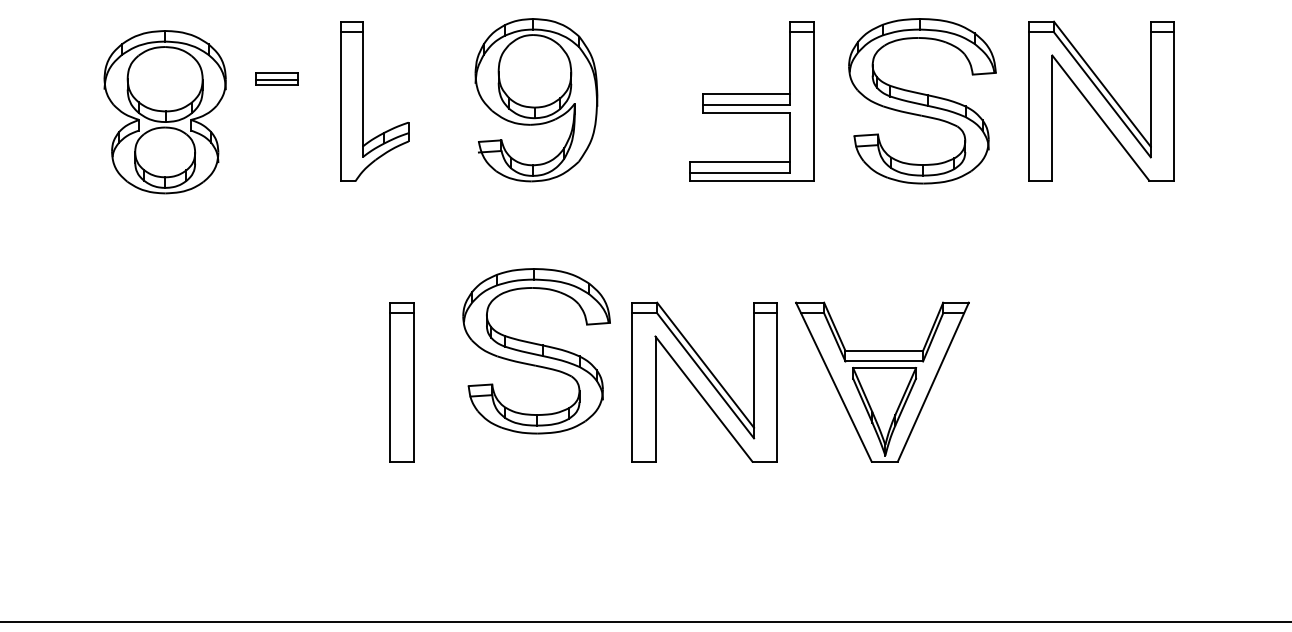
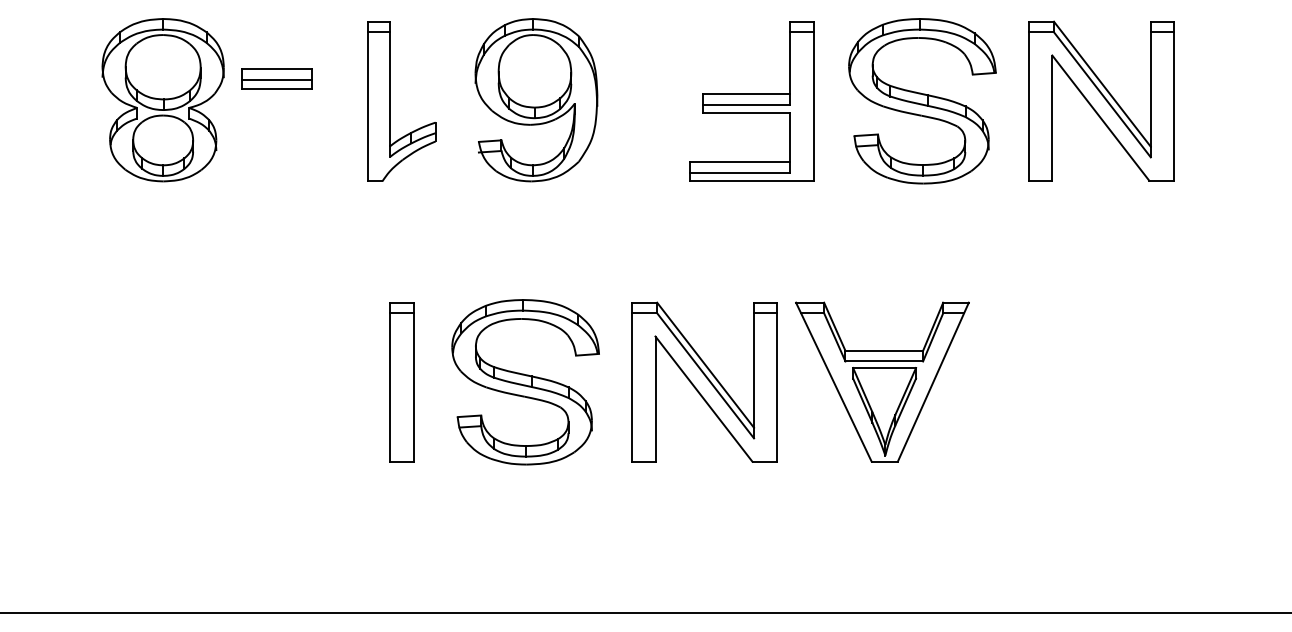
part at (276, 78) size: 44x14 px -> 72x22 px
part at (363, 101) position: (363, 101) -> (390, 101)
part at (164, 112) position: (164, 112) -> (162, 100)
part at (536, 351) position: (536, 351) -> (525, 382)
line at (645, 621) position: (645, 621) -> (645, 612)
